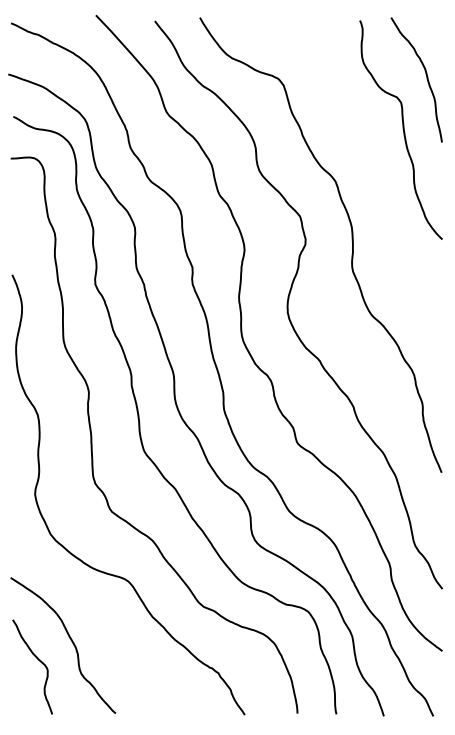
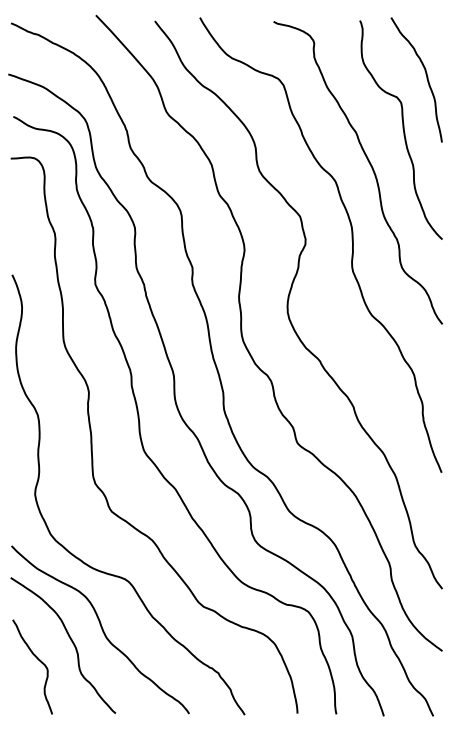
curve at (370, 166): none -> present
curve at (101, 629): none -> present
